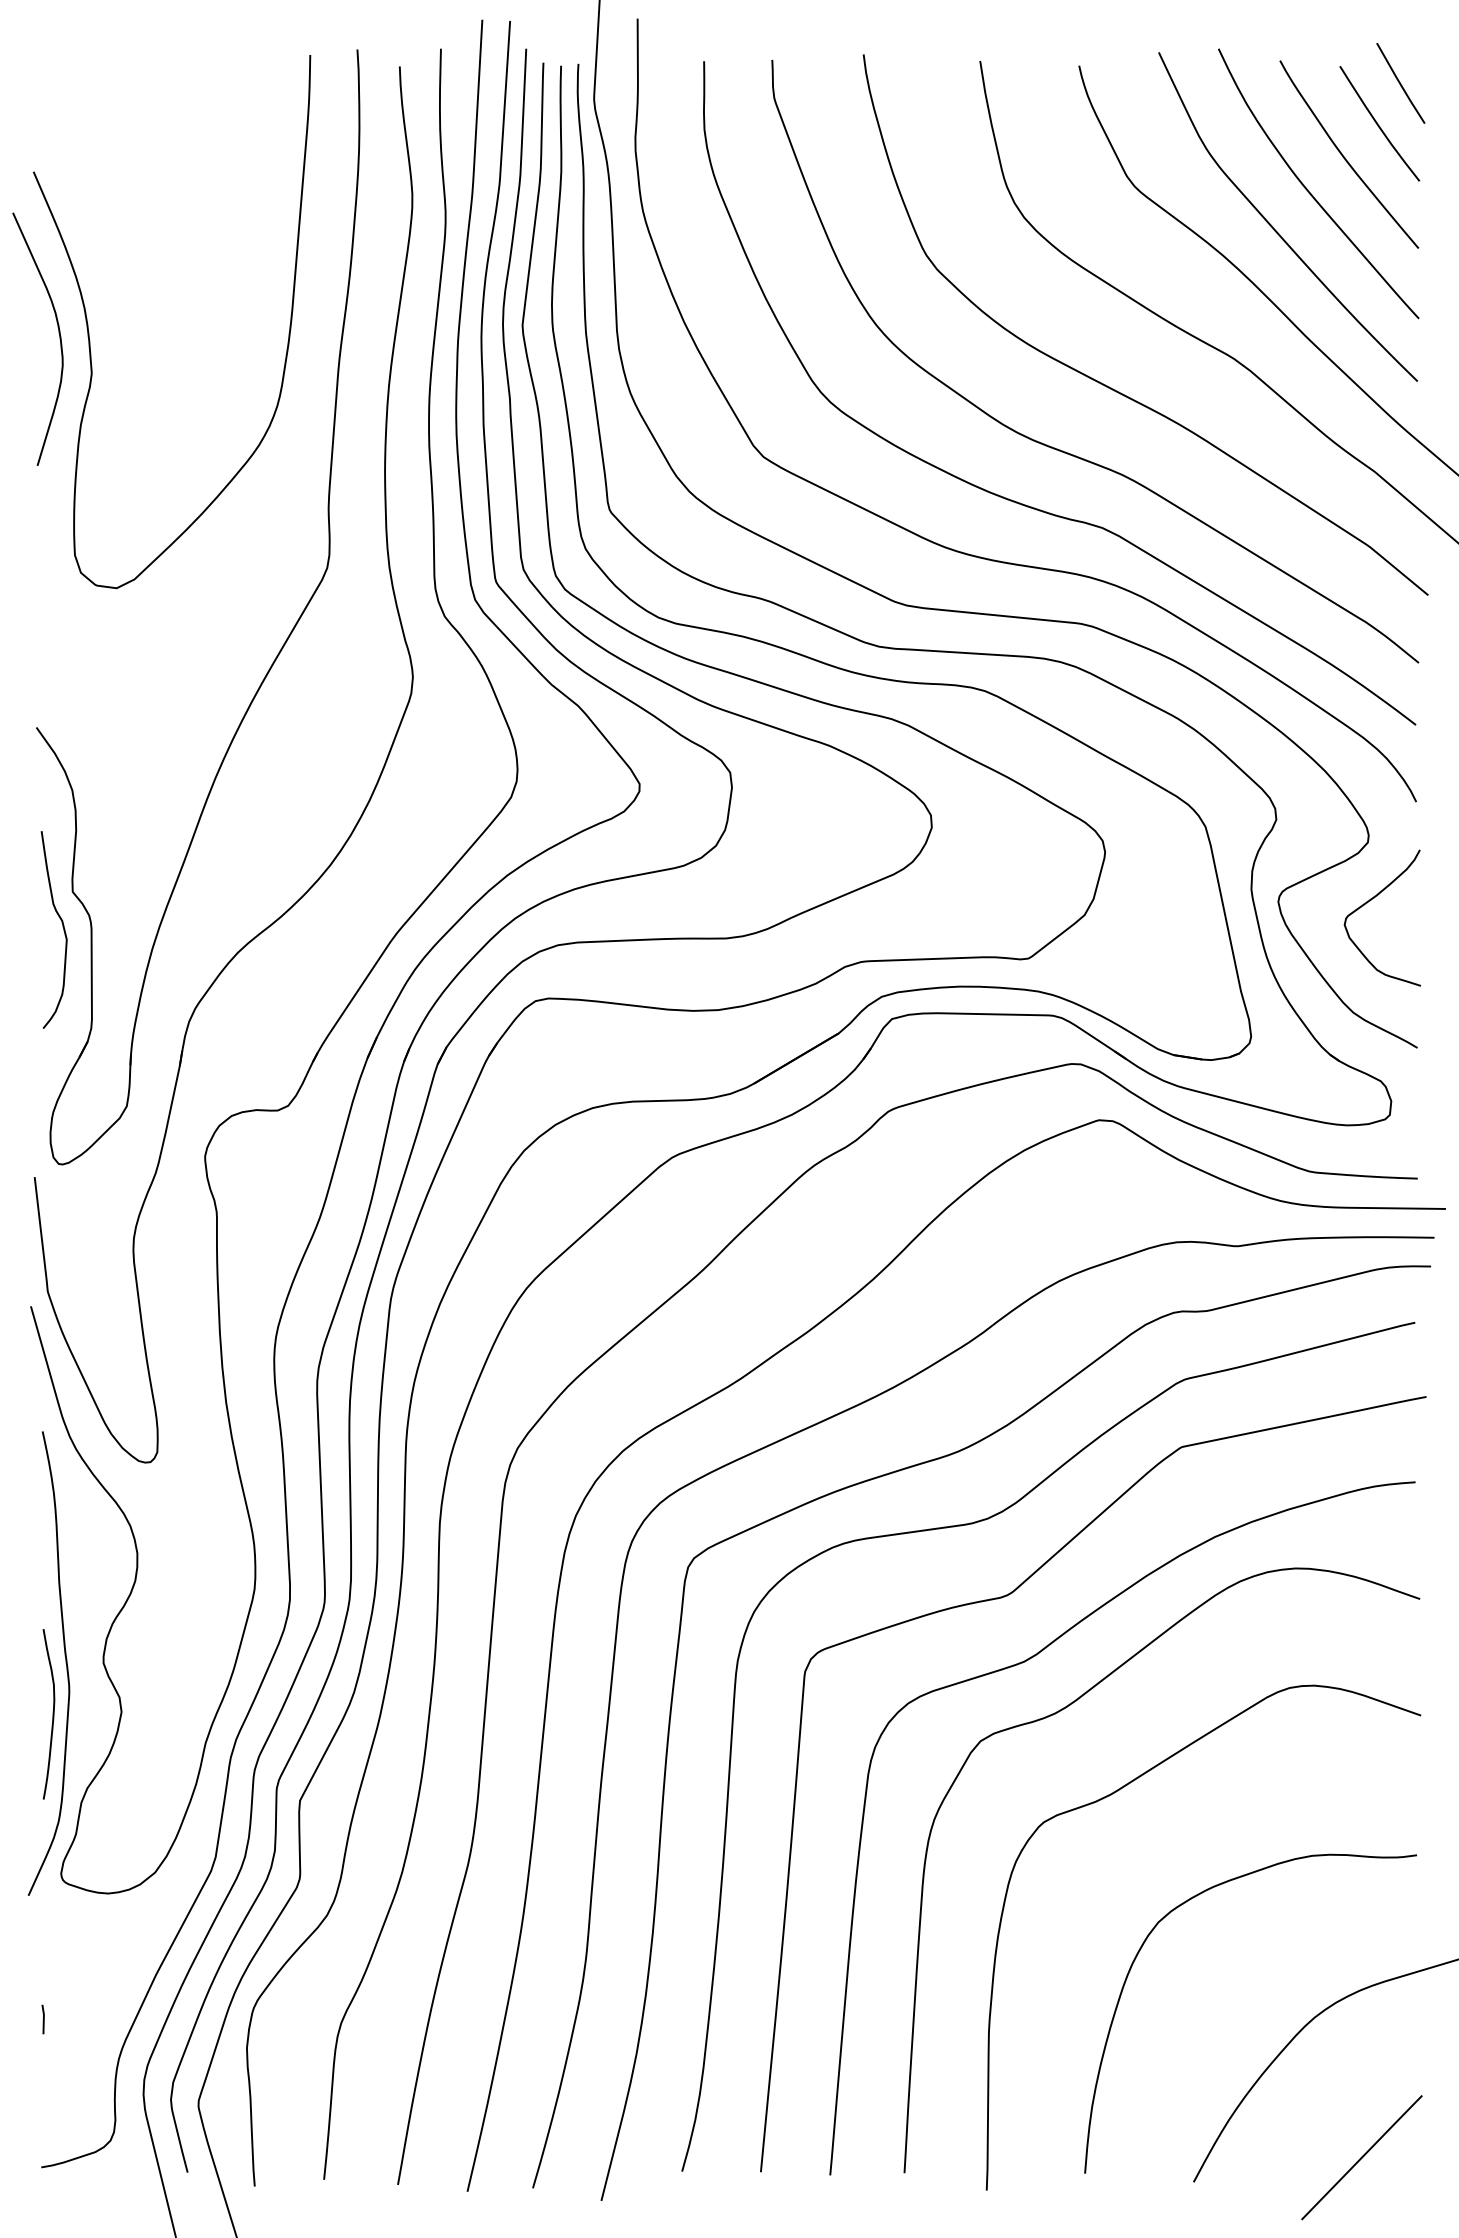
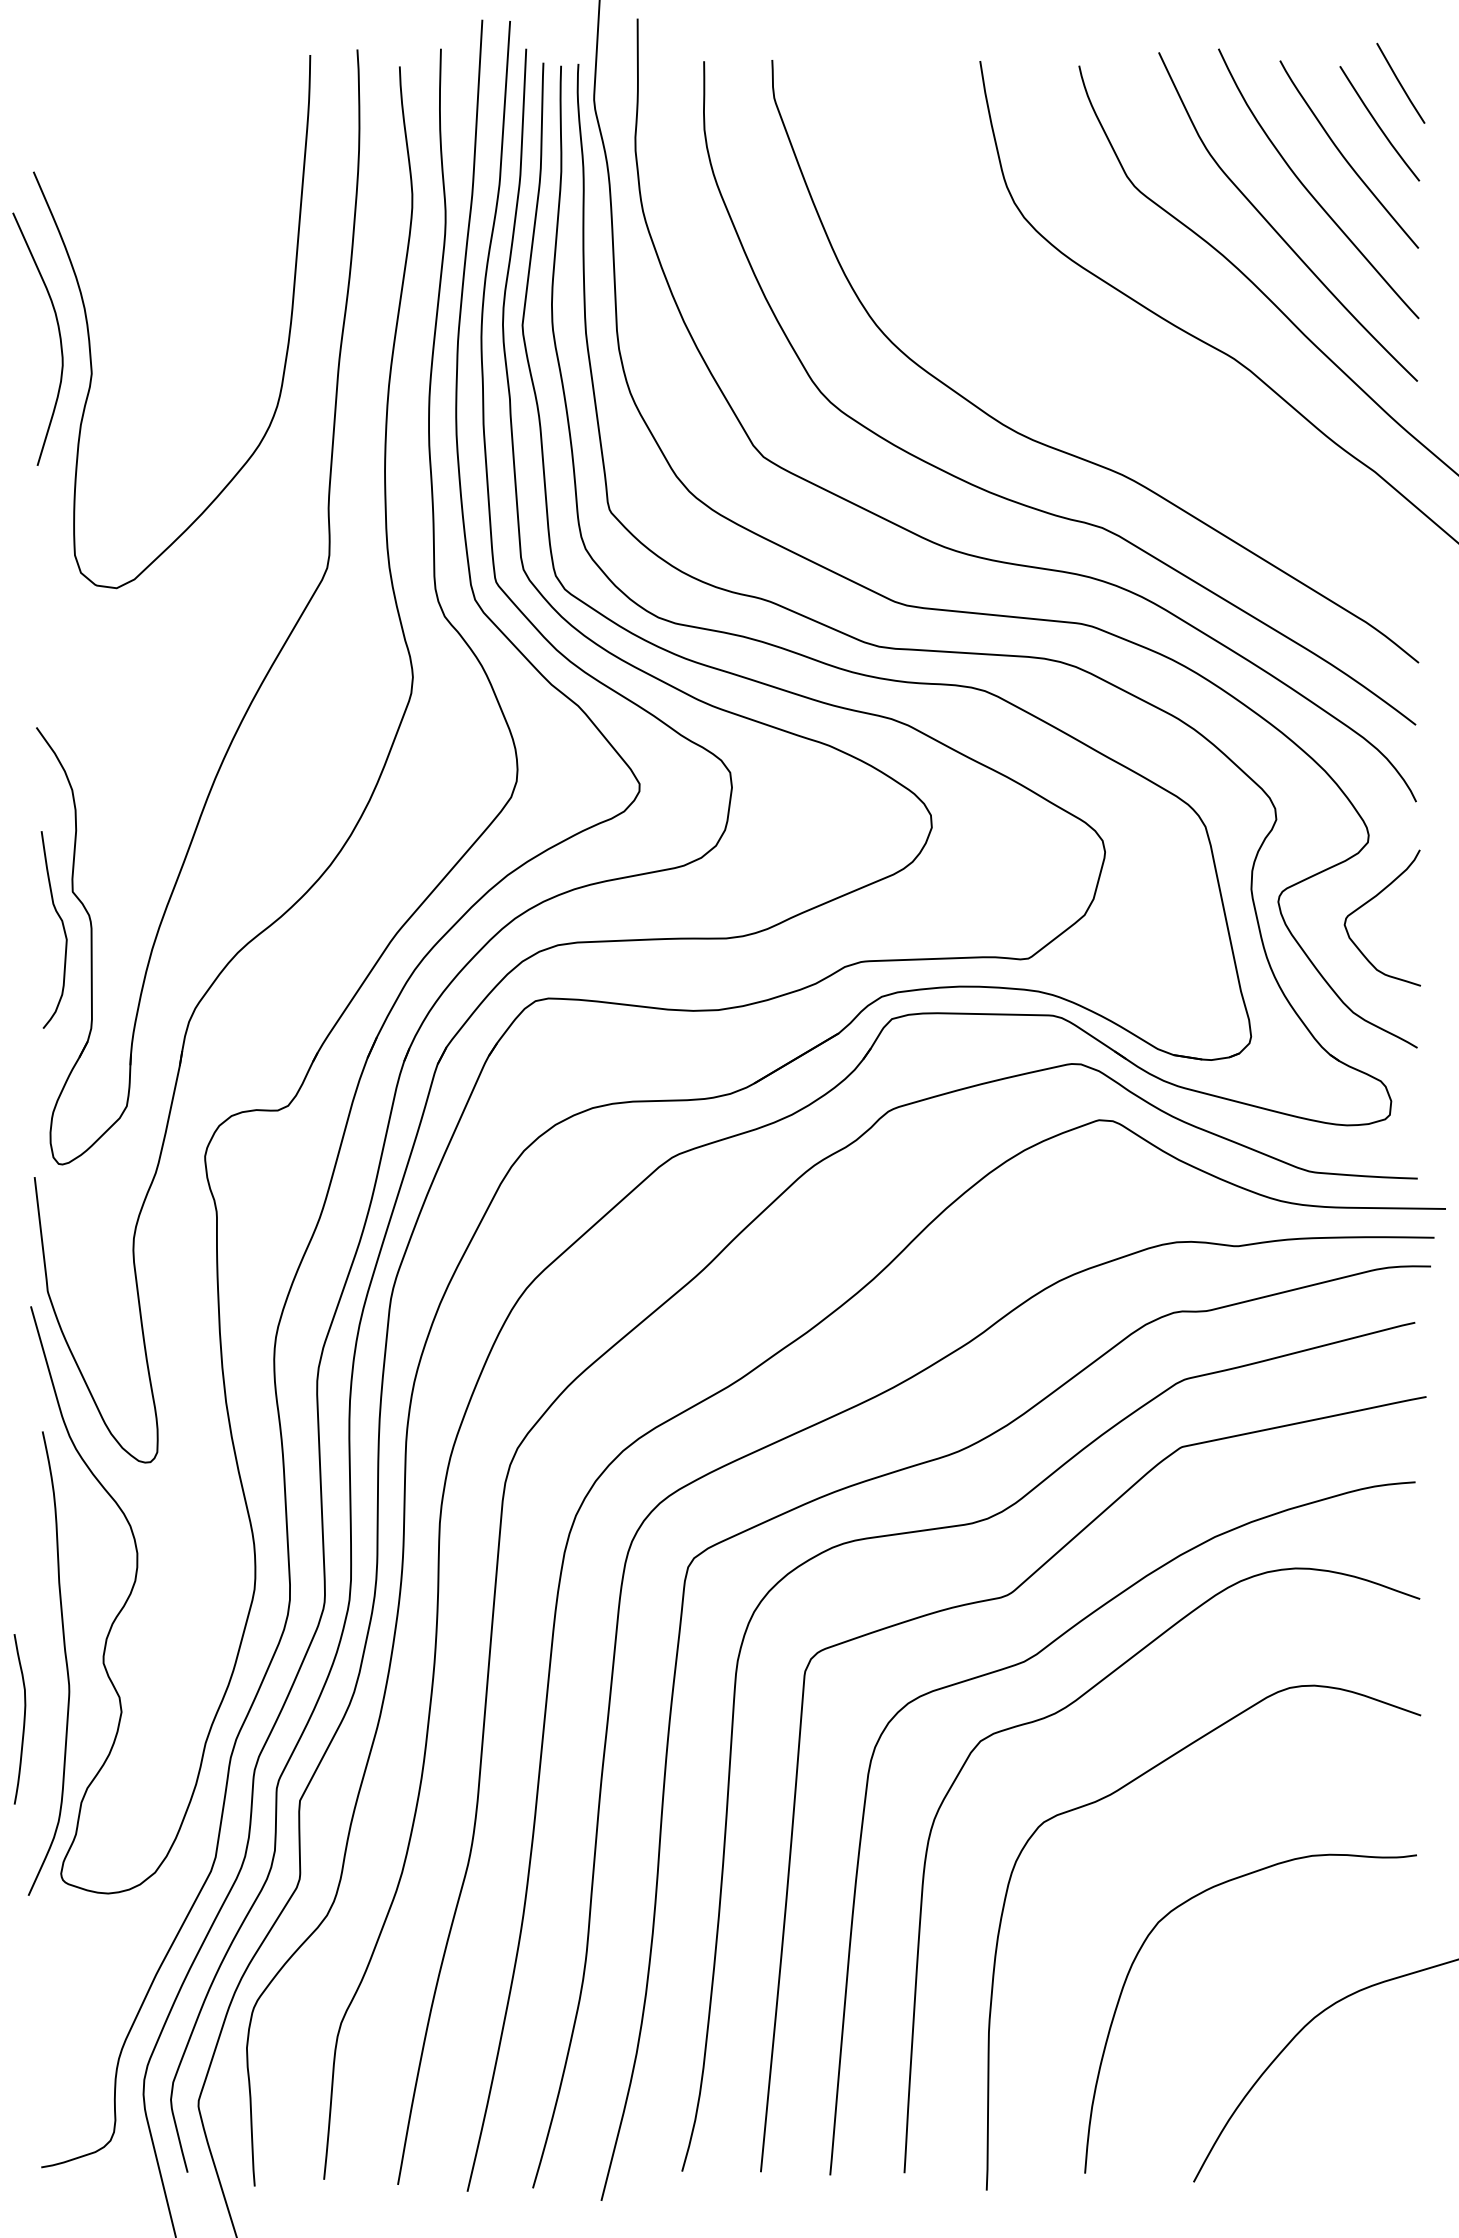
curve at (1113, 388): present -> none
curve at (52, 1714) position: (52, 1714) -> (23, 1719)
line at (42, 2019): present -> none
line at (1361, 2157): present -> none
